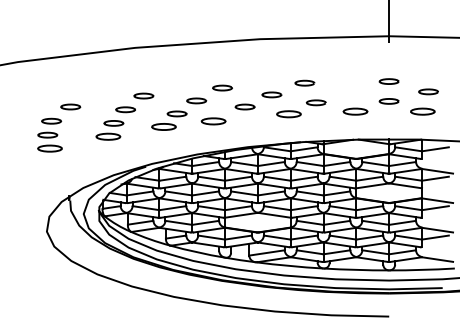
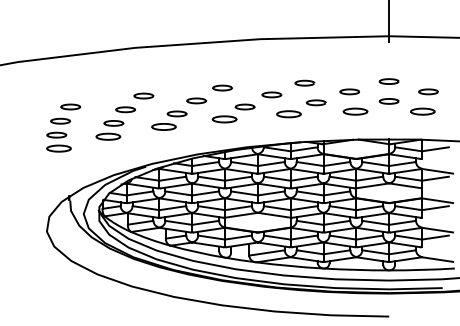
part at (349, 91): none -> present
part at (213, 121) position: (213, 121) -> (224, 119)
part at (49, 134) position: (49, 134) -> (58, 134)
